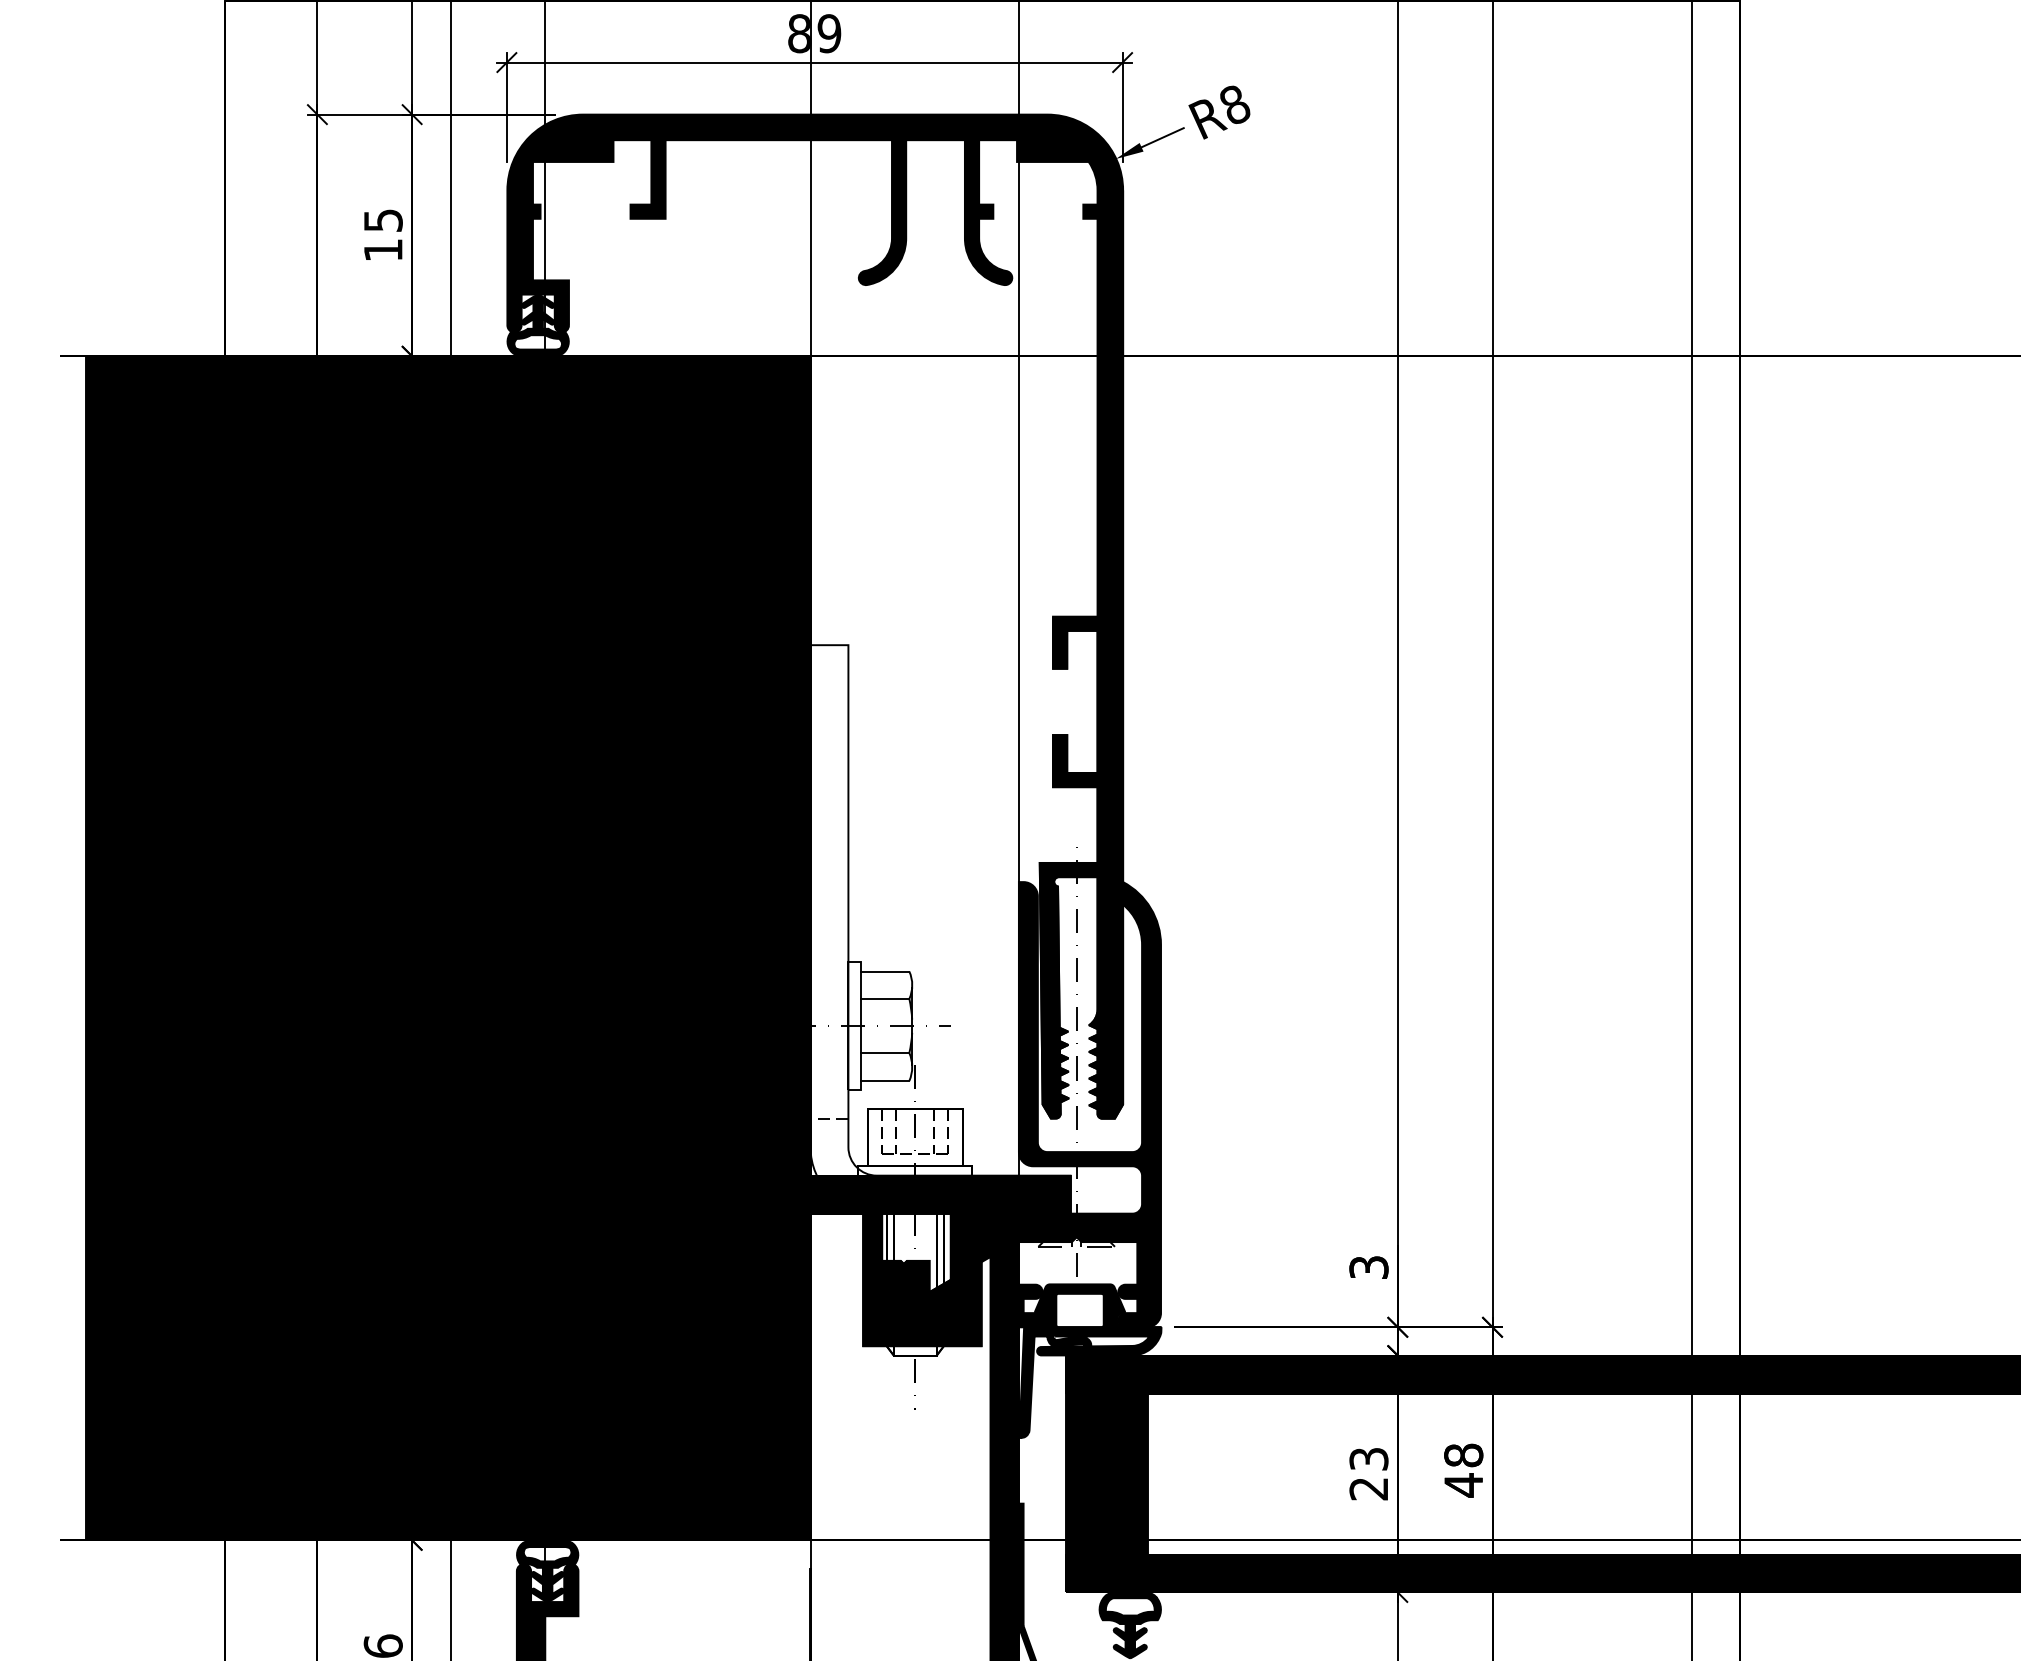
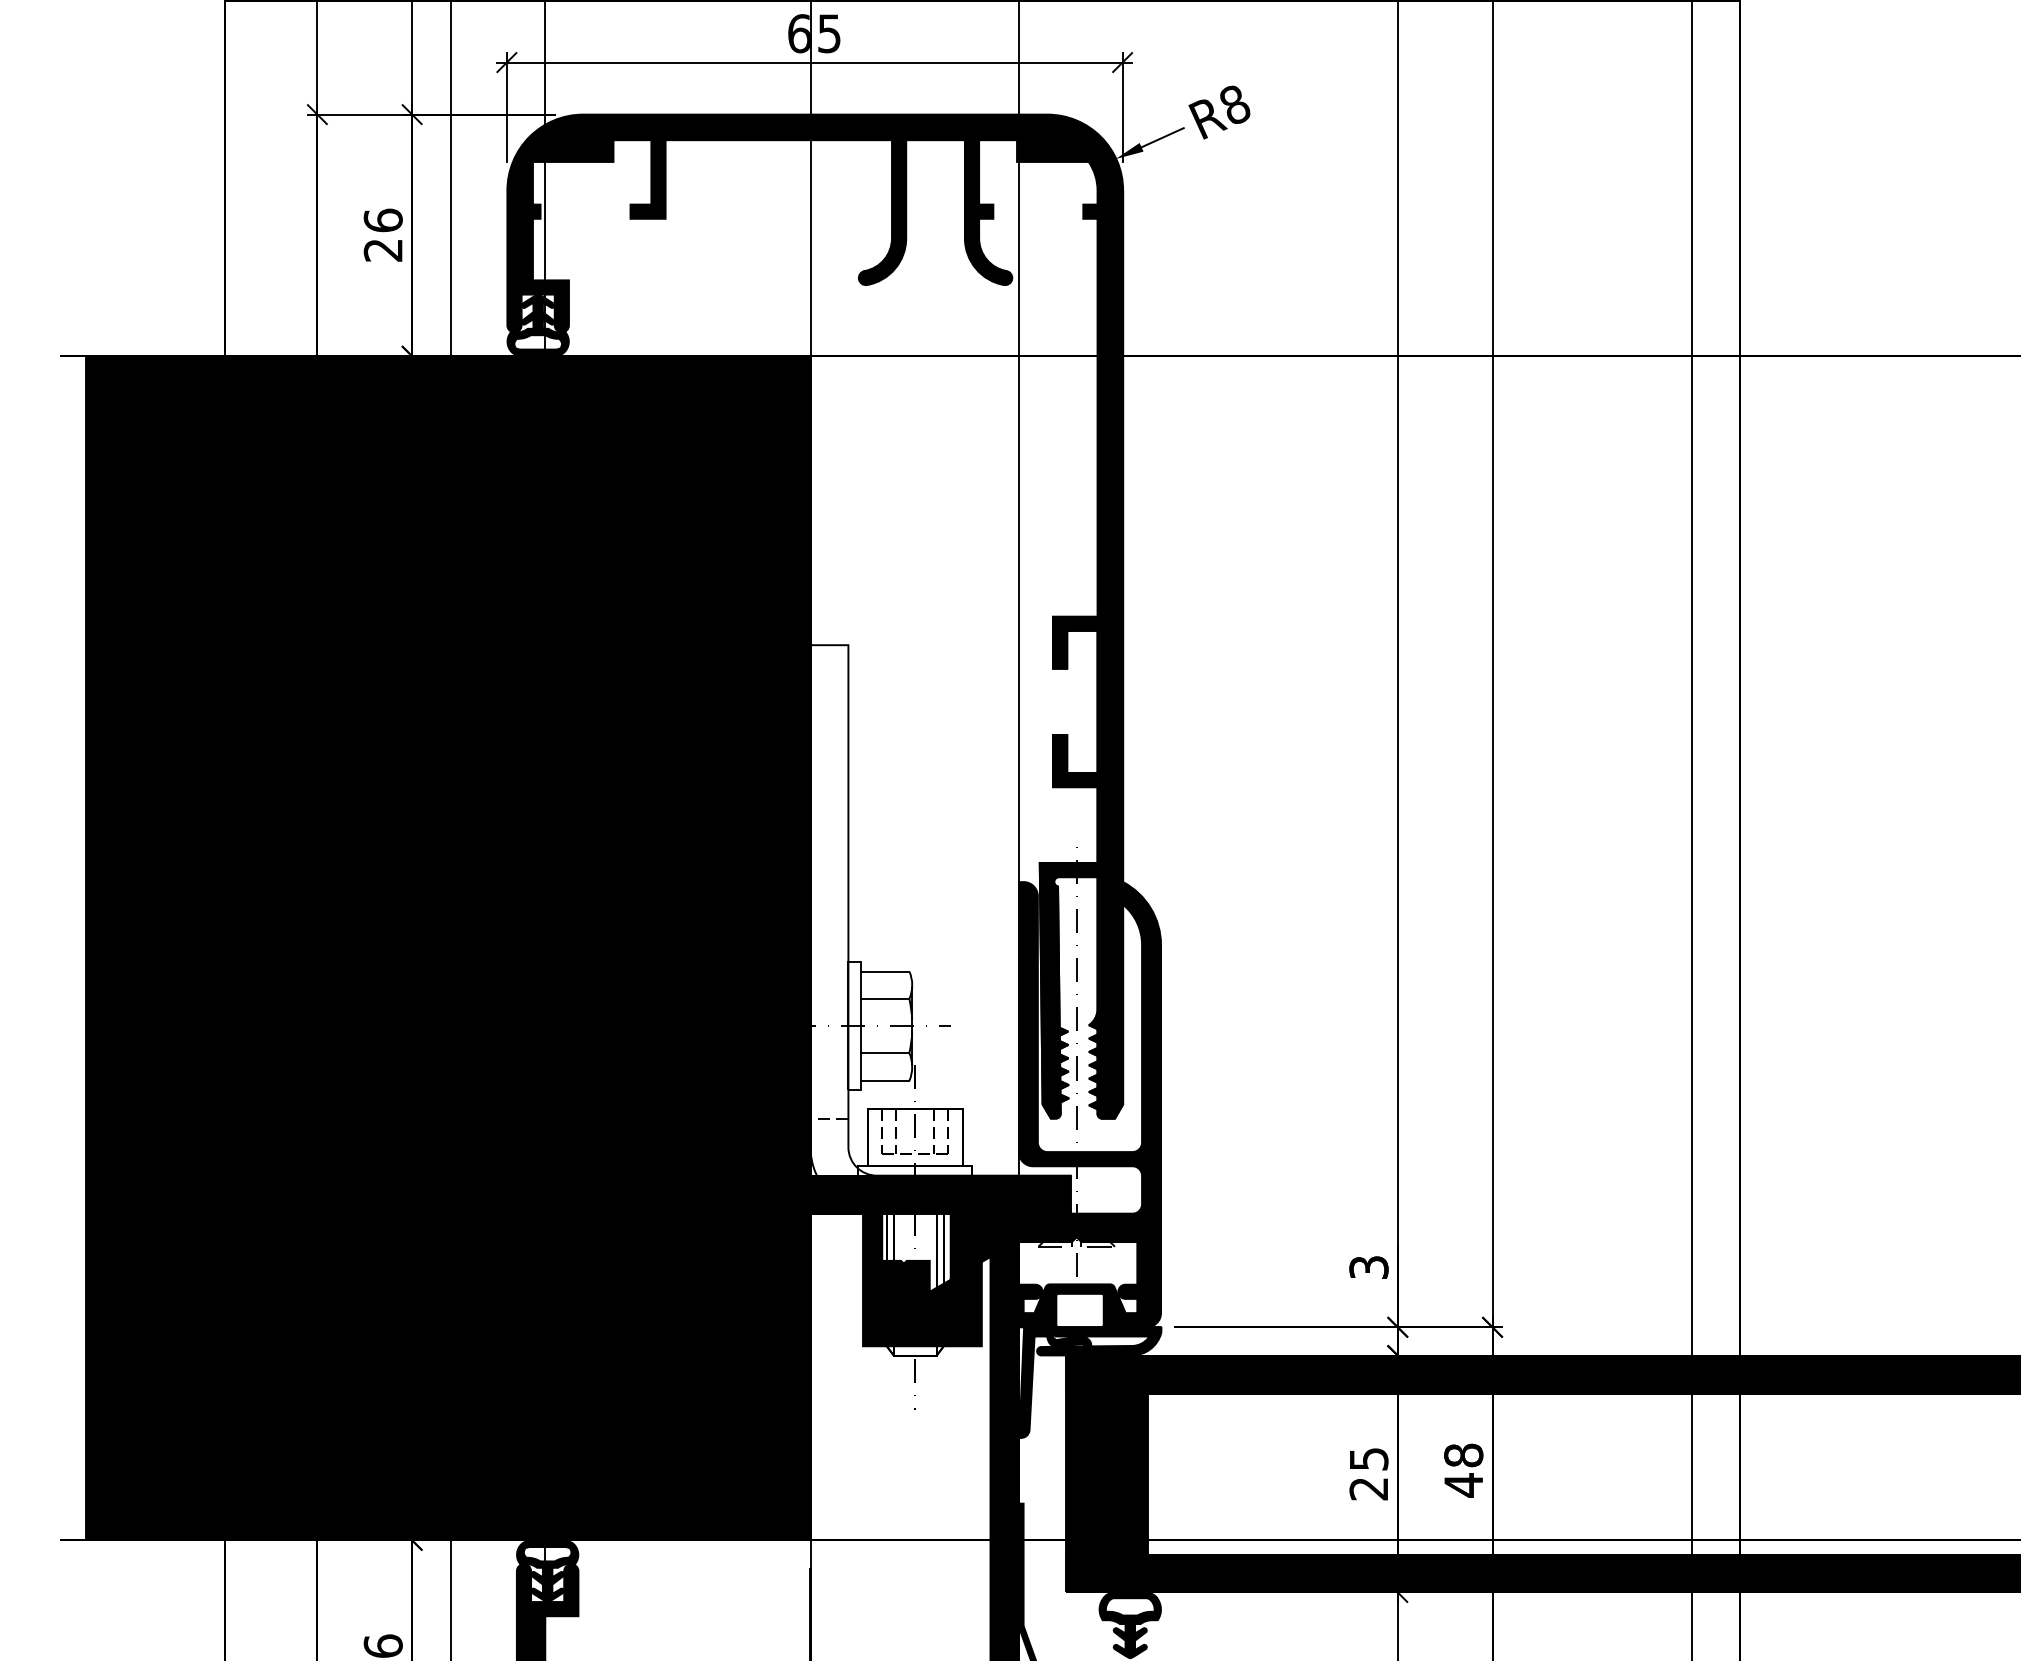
text at (814, 33): 89 -> 65
text at (382, 234): 15 -> 26
text at (1368, 1458): 23 -> 25
